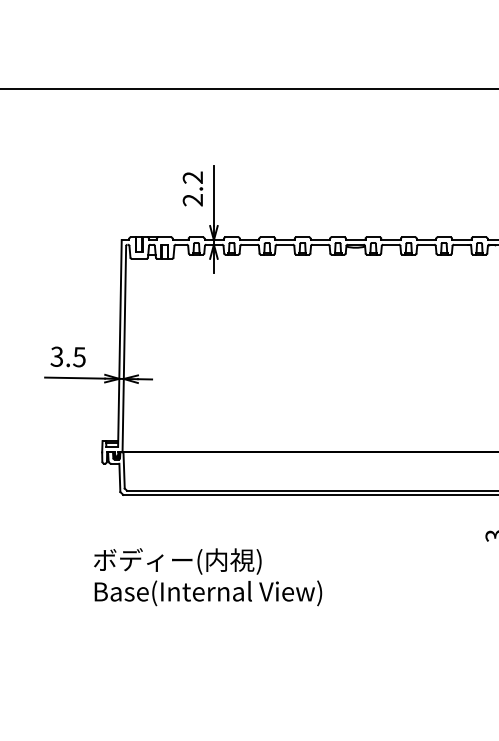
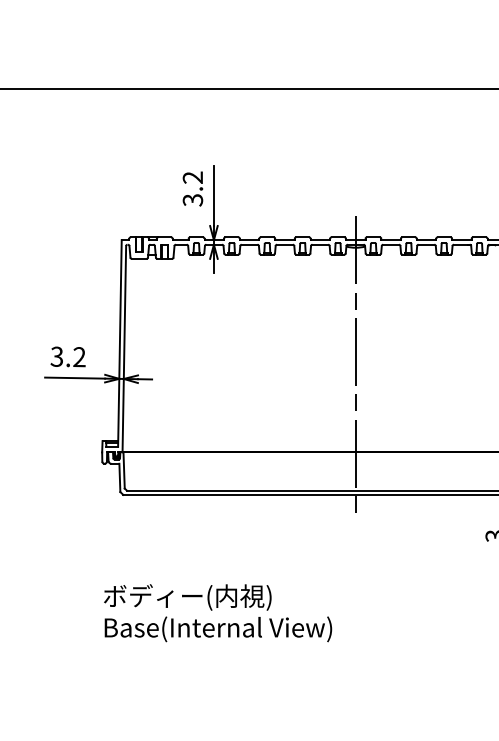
text at (193, 200): 2.2 -> 3.2
text at (79, 357): 3.5 -> 3.2
line at (355, 366): none -> present
text at (208, 577) position: (208, 577) -> (218, 613)
